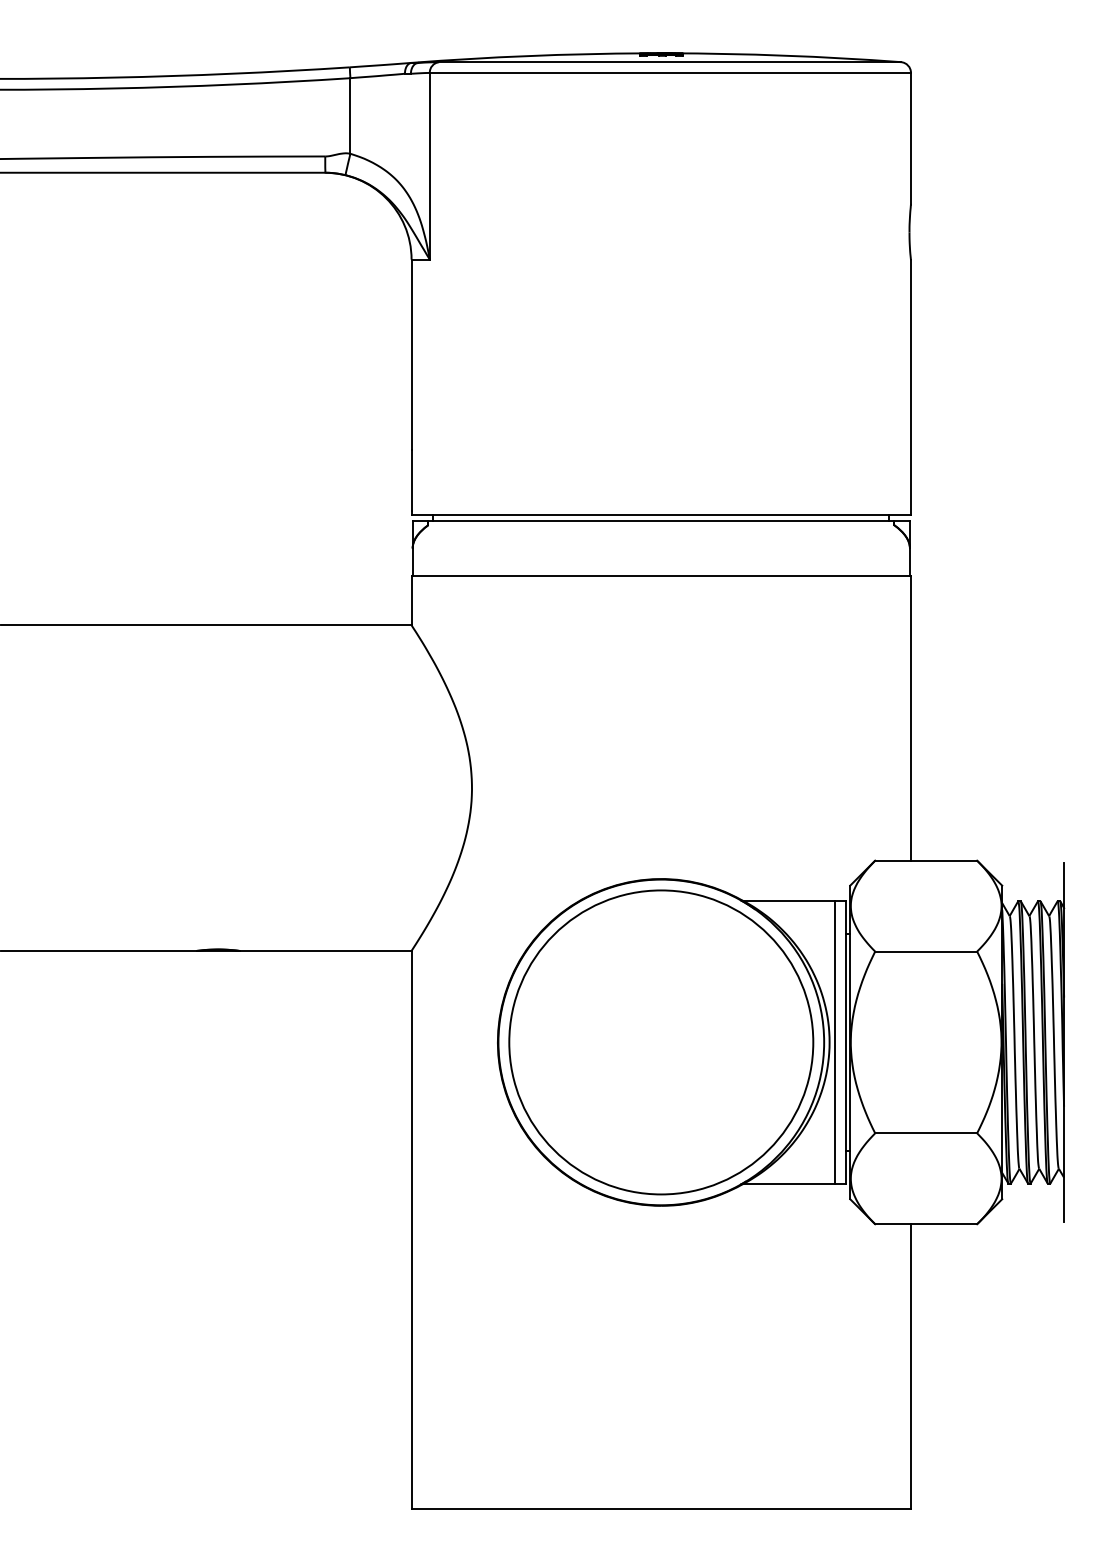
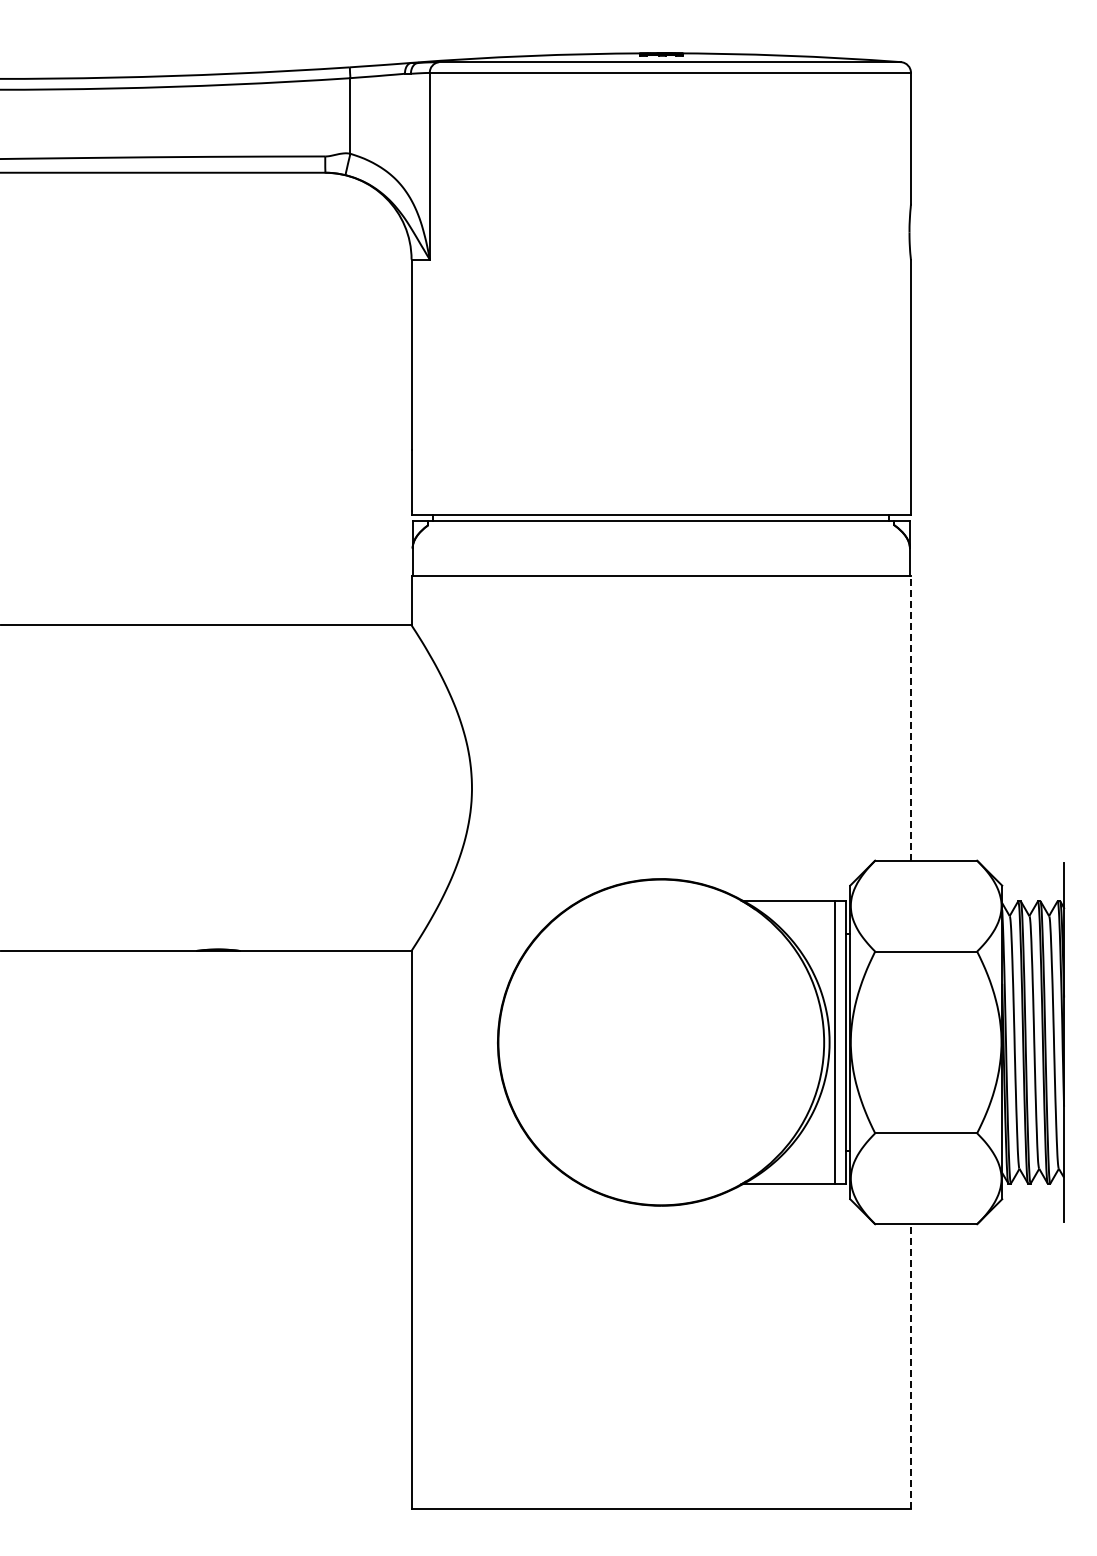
line at (911, 718): solid -> dashed
circle at (661, 1042): present -> none
line at (911, 1366): solid -> dashed
